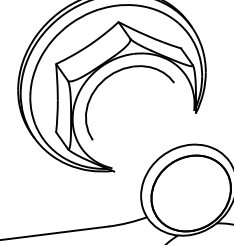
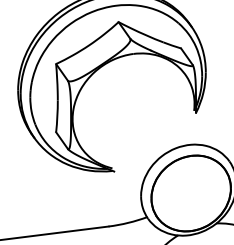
part at (112, 75): present -> none
